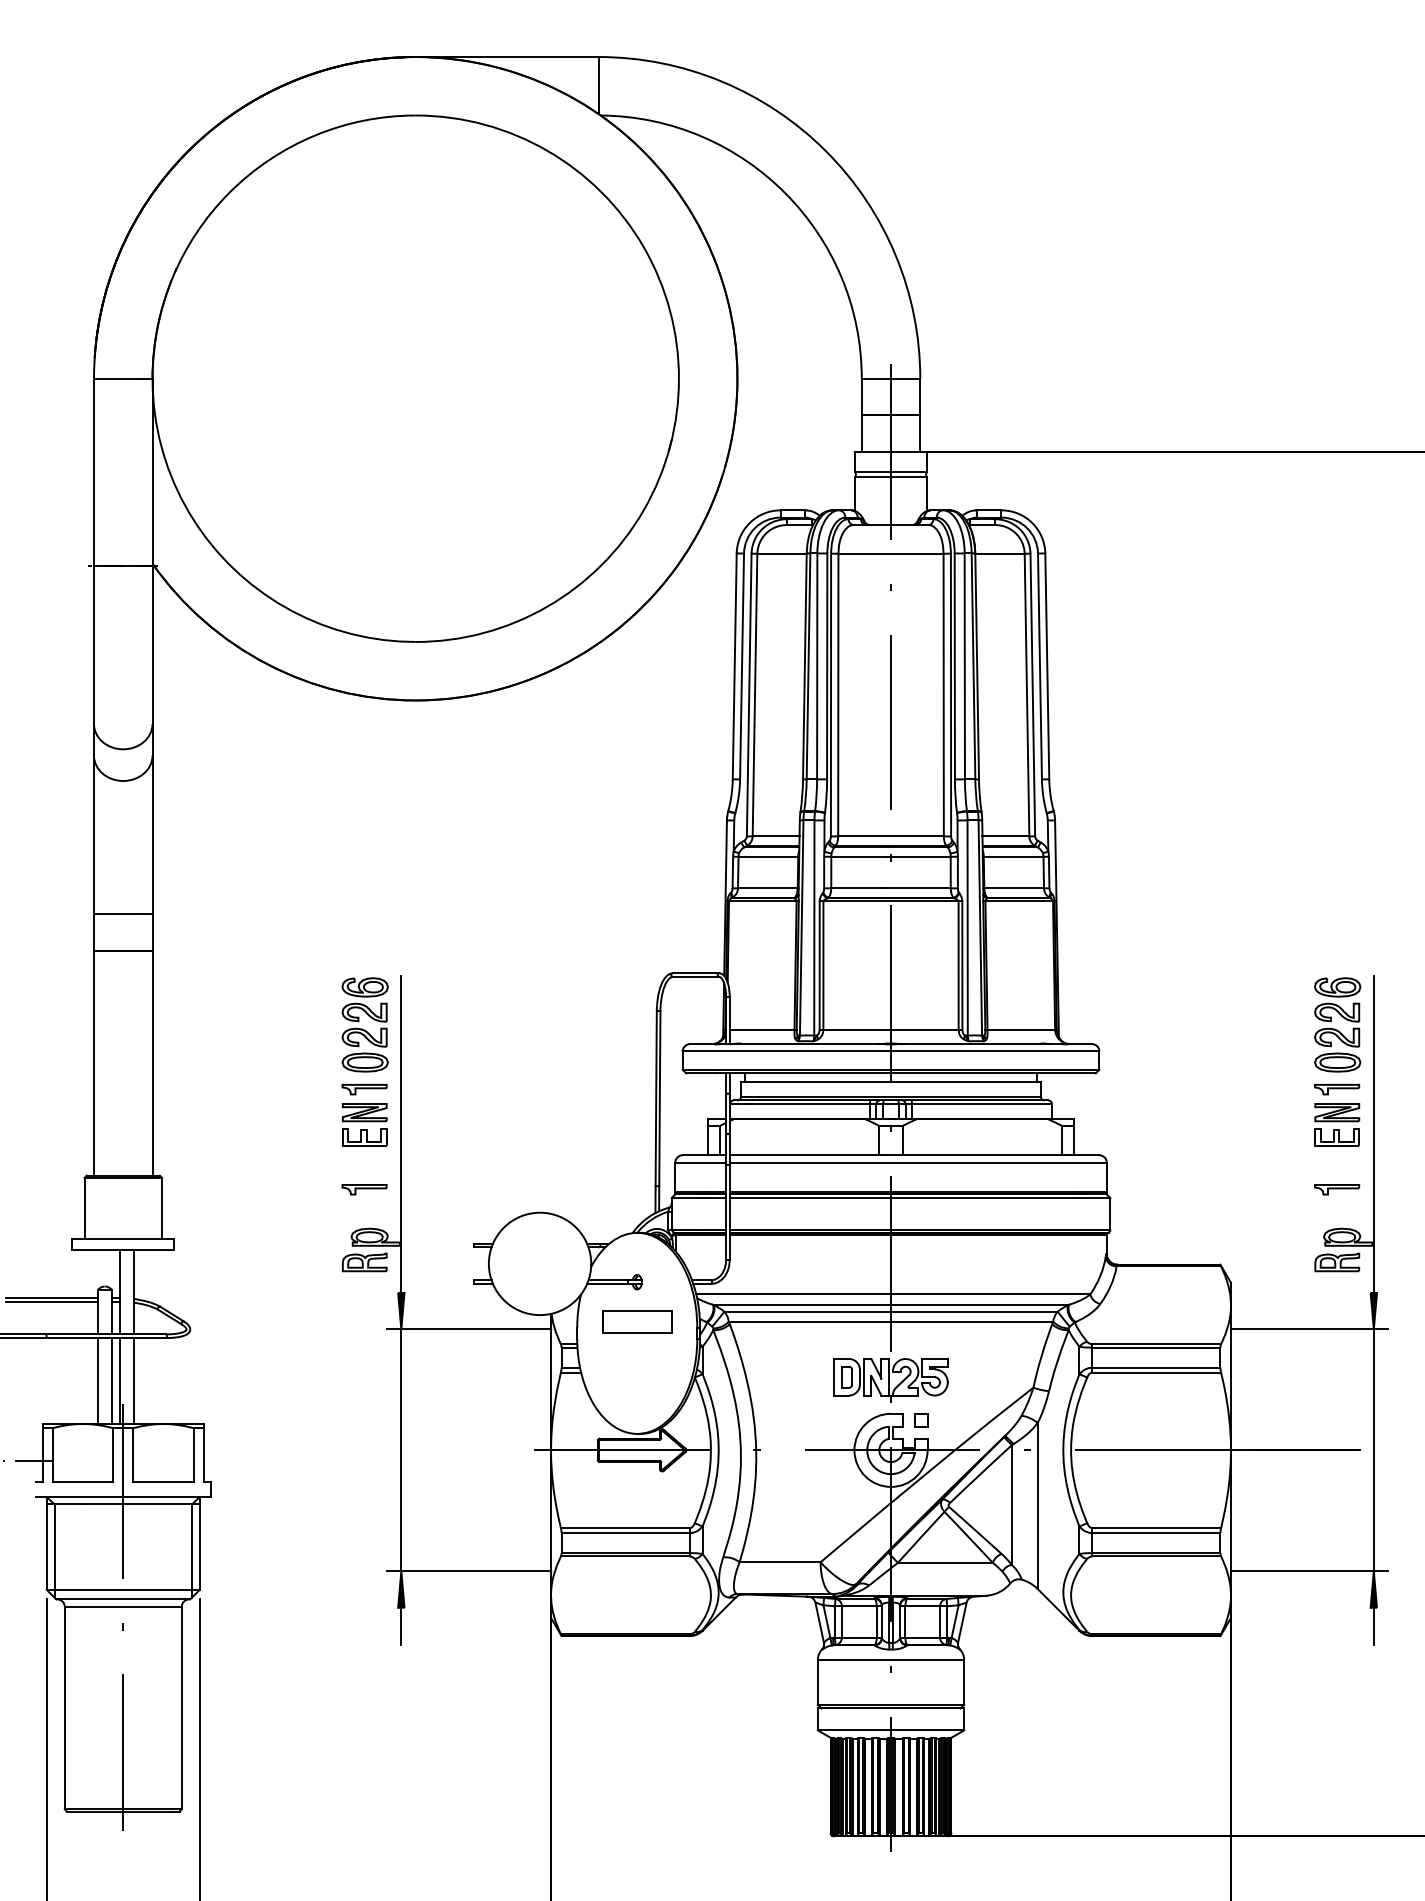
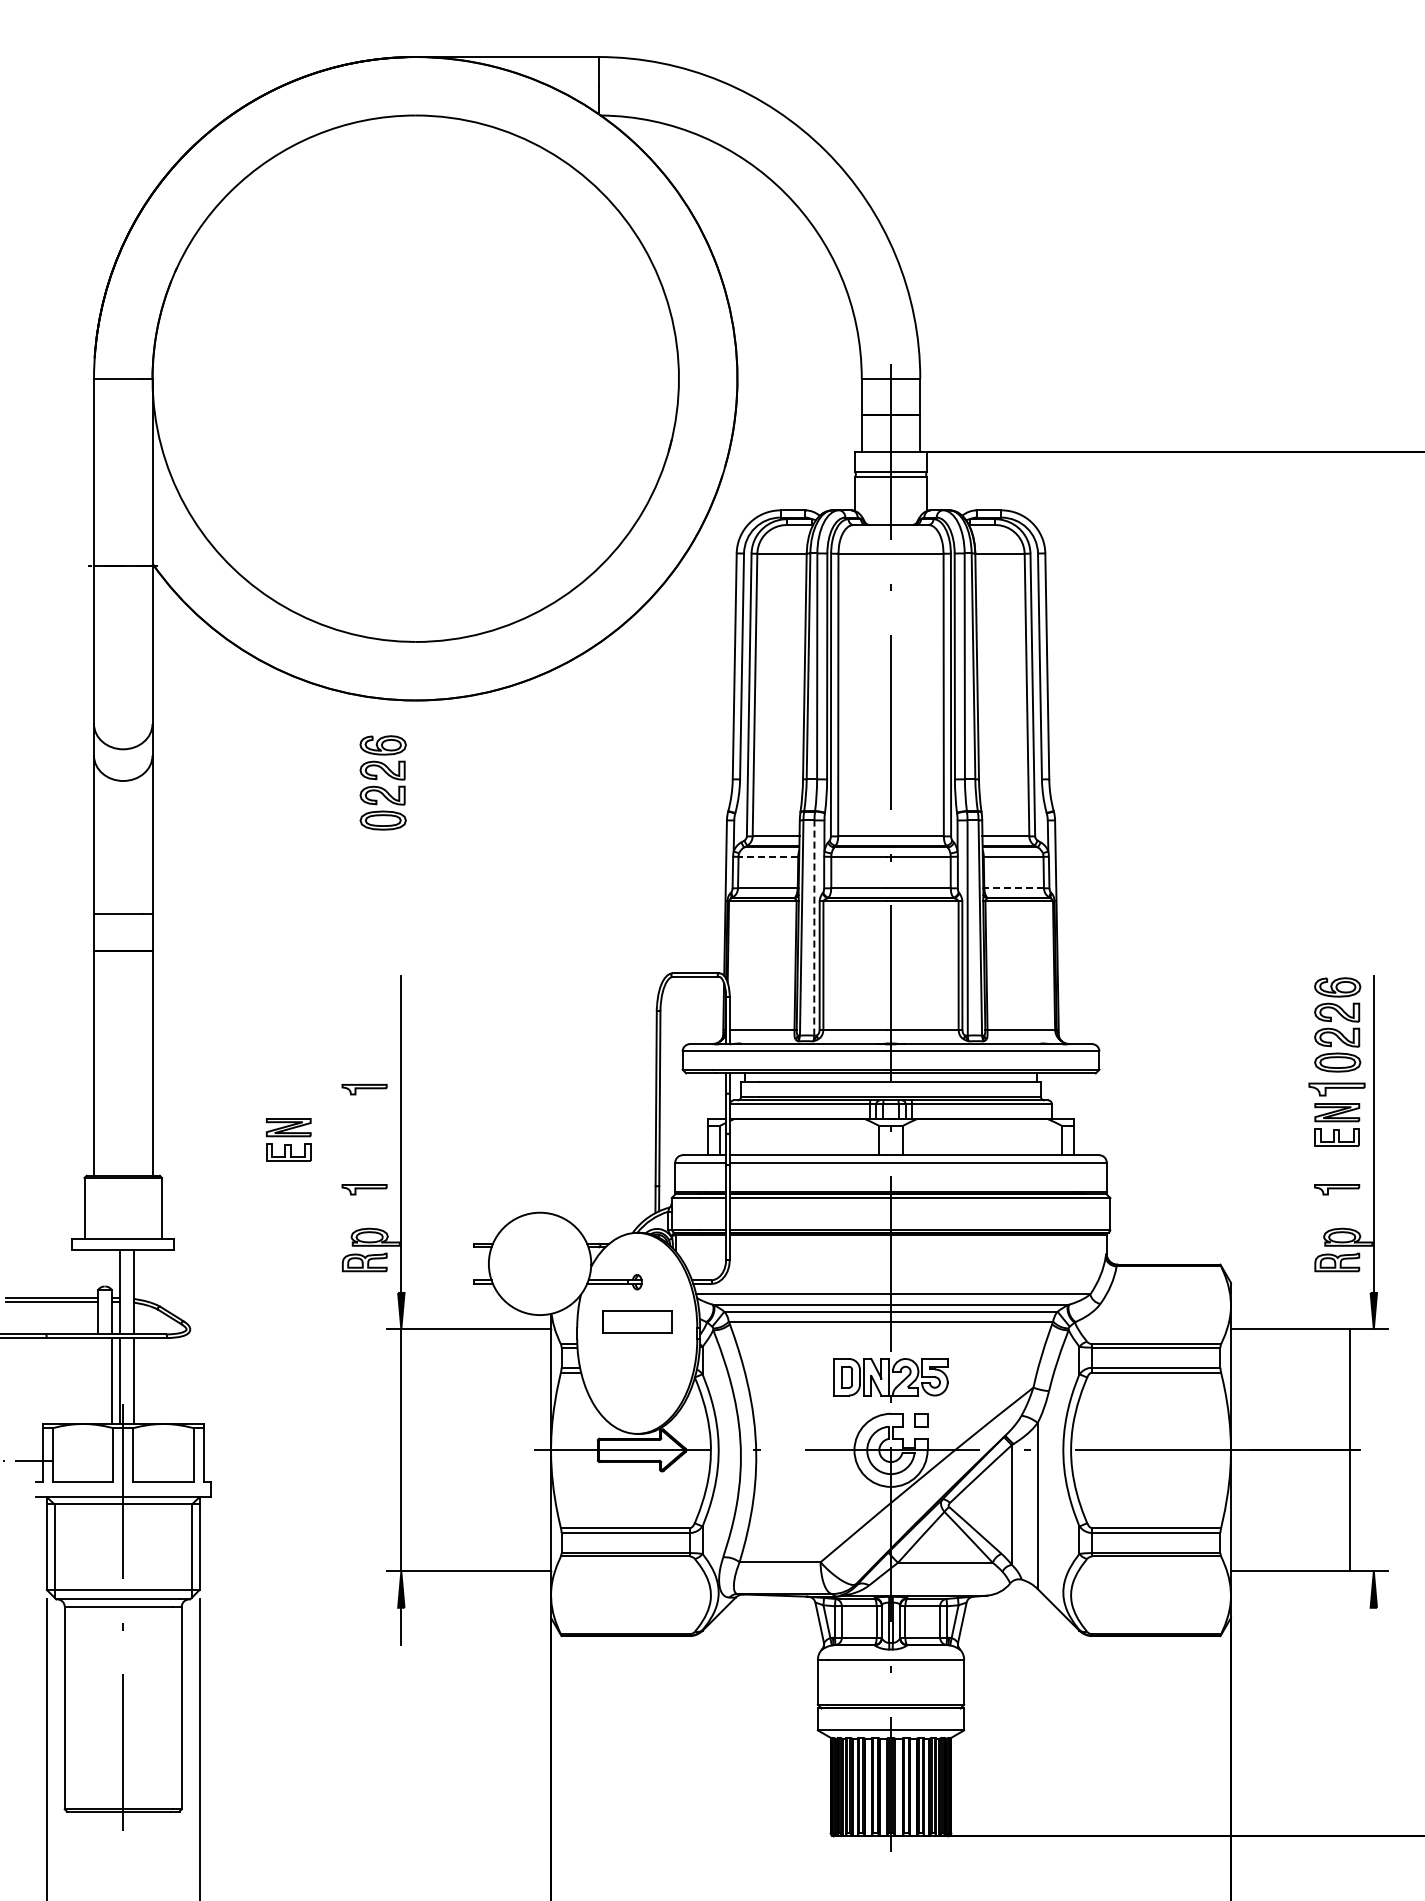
line at (768, 856): solid -> dashed
line at (1014, 888): solid -> dashed
line at (814, 928): solid -> dashed
part at (364, 1024) position: (364, 1024) -> (382, 782)
part at (1337, 1089) size: 47x12 px -> 58x15 px
part at (364, 1124) position: (364, 1124) -> (288, 1139)
line at (98, 1380): present -> none
line at (1373, 1450) position: (1373, 1450) -> (1349, 1450)
line at (1373, 1625): present -> none
